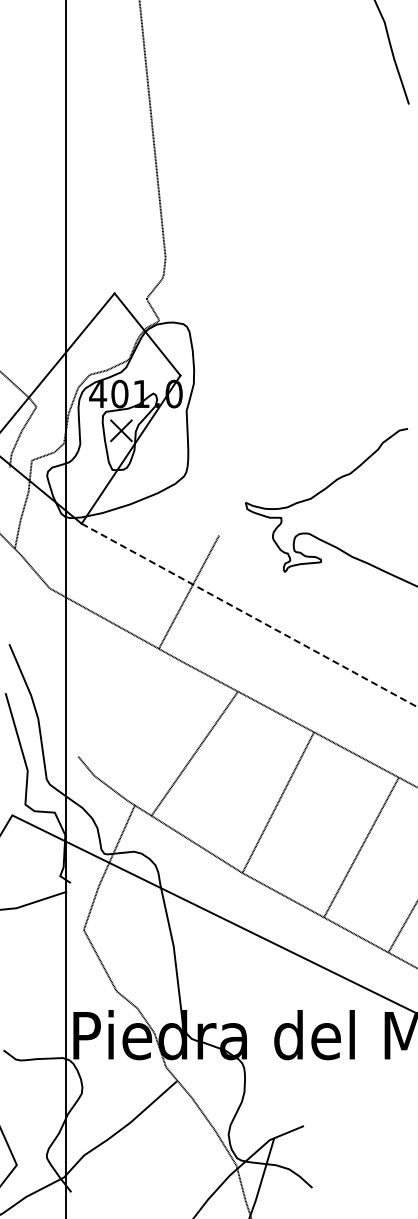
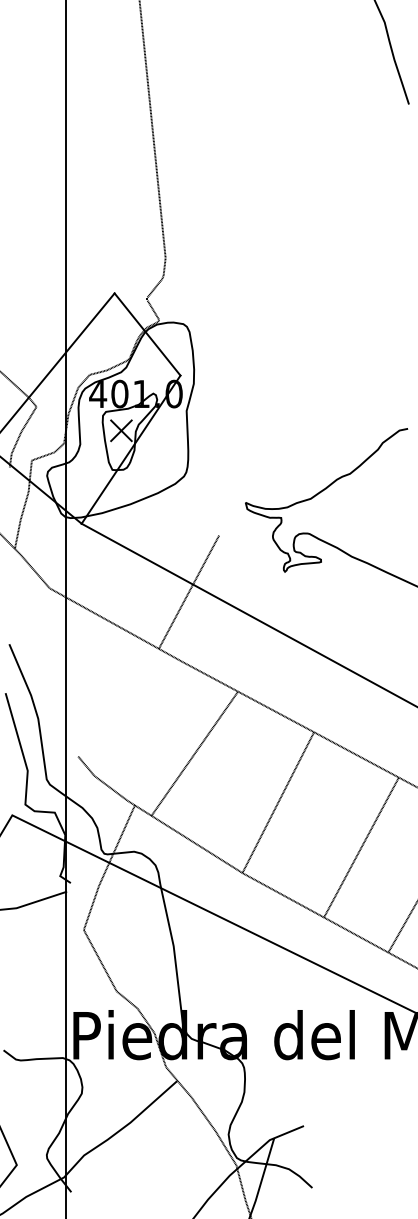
line at (250, 615): dashed -> solid
